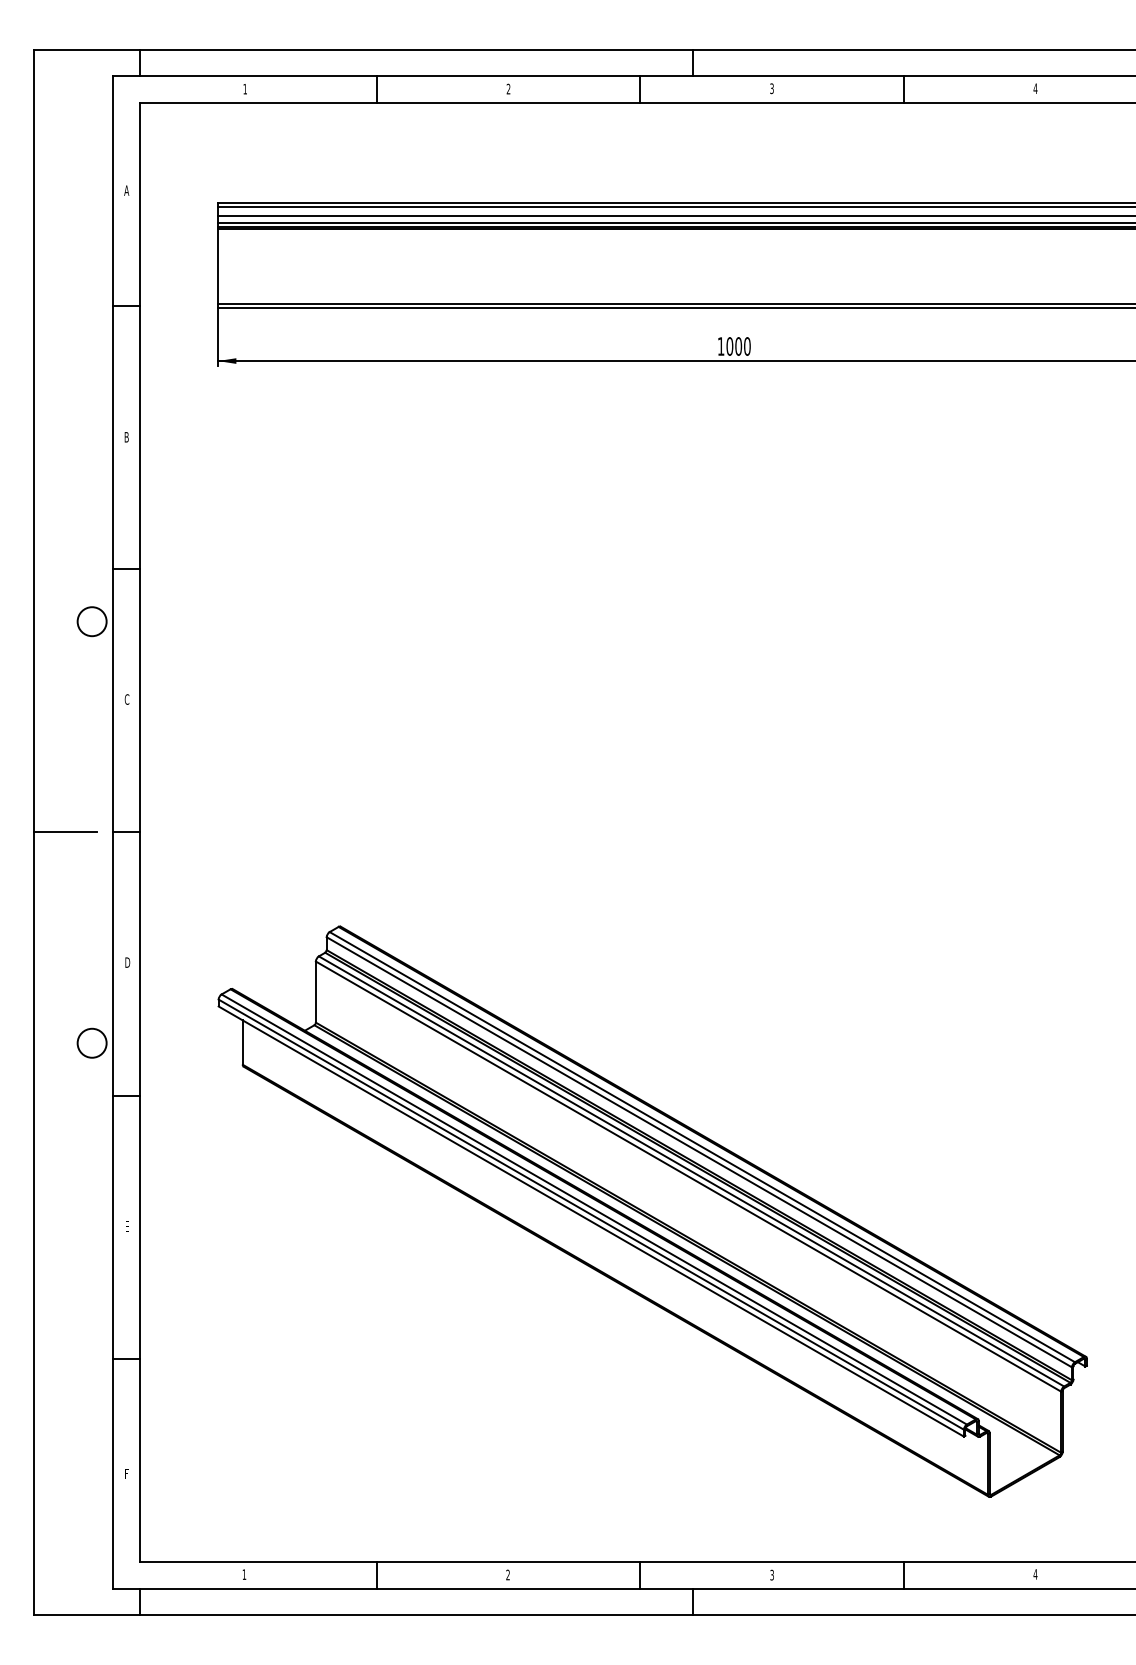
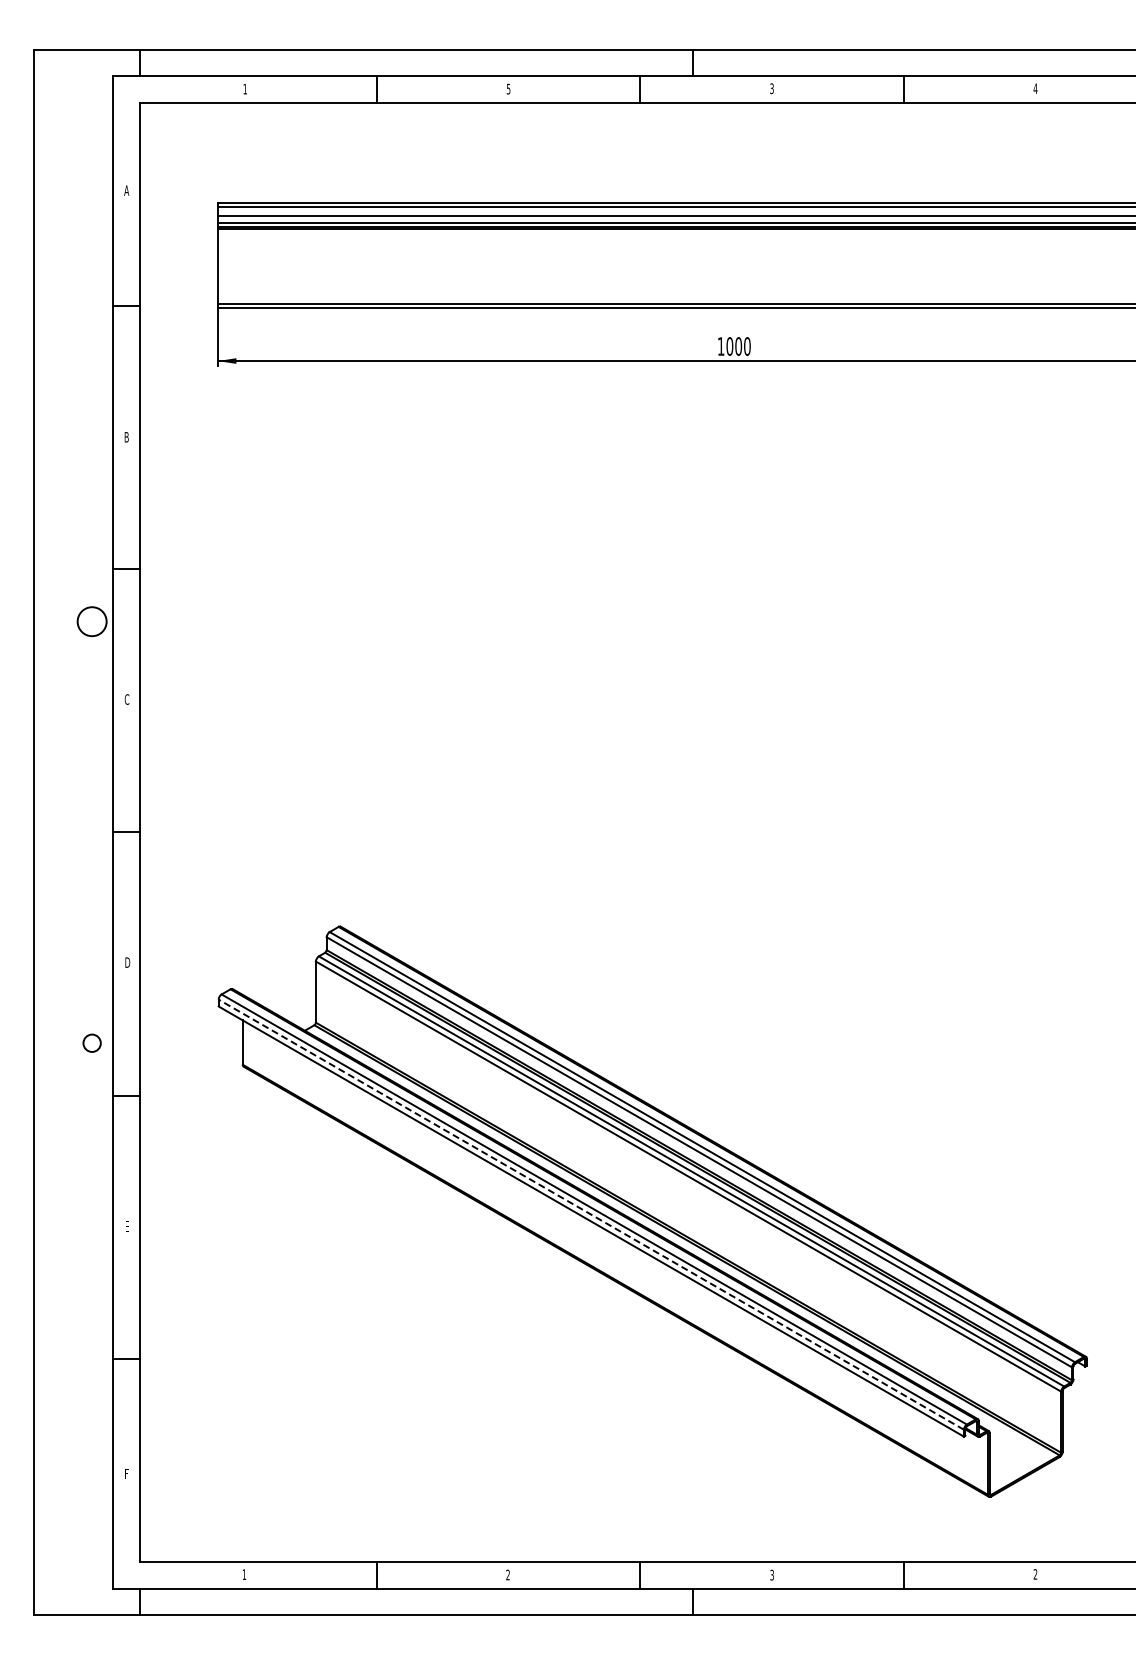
text at (508, 88): 2 -> 5
line at (65, 832): present -> none
circle at (91, 1042) diameter: 29 px -> 17 px
line at (590, 1214): solid -> dashed
text at (1035, 1574): 4 -> 2
